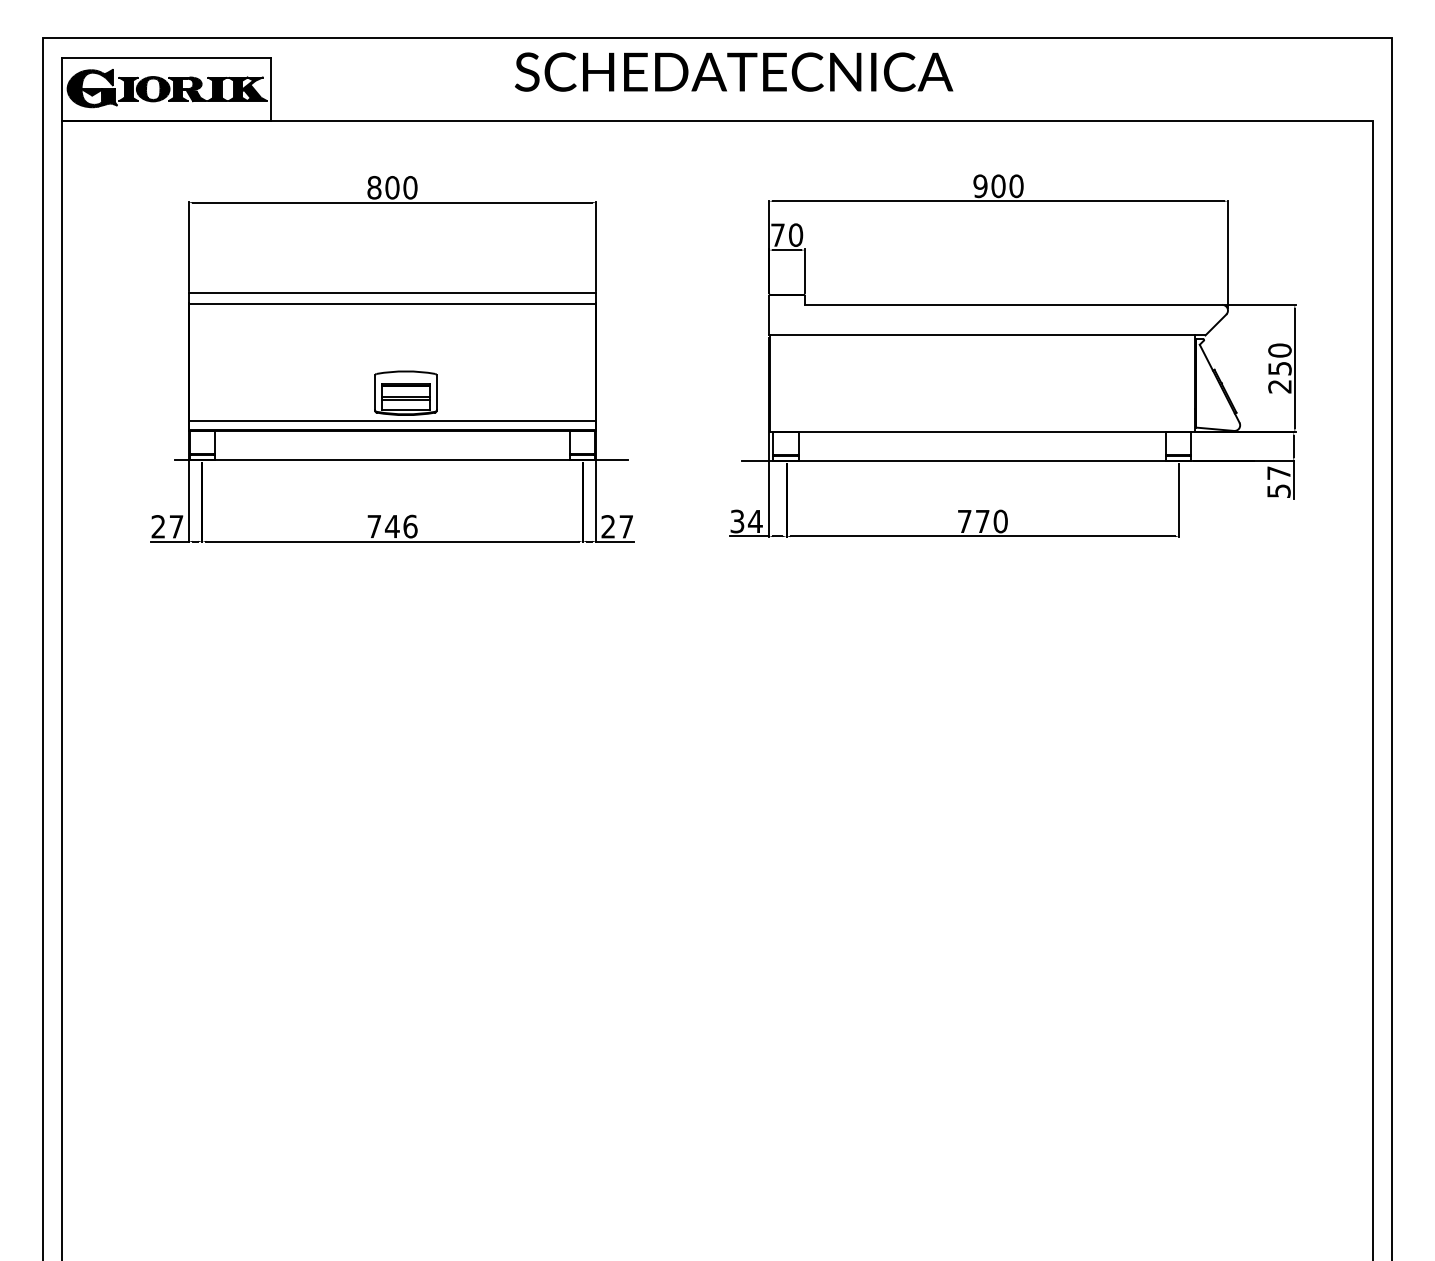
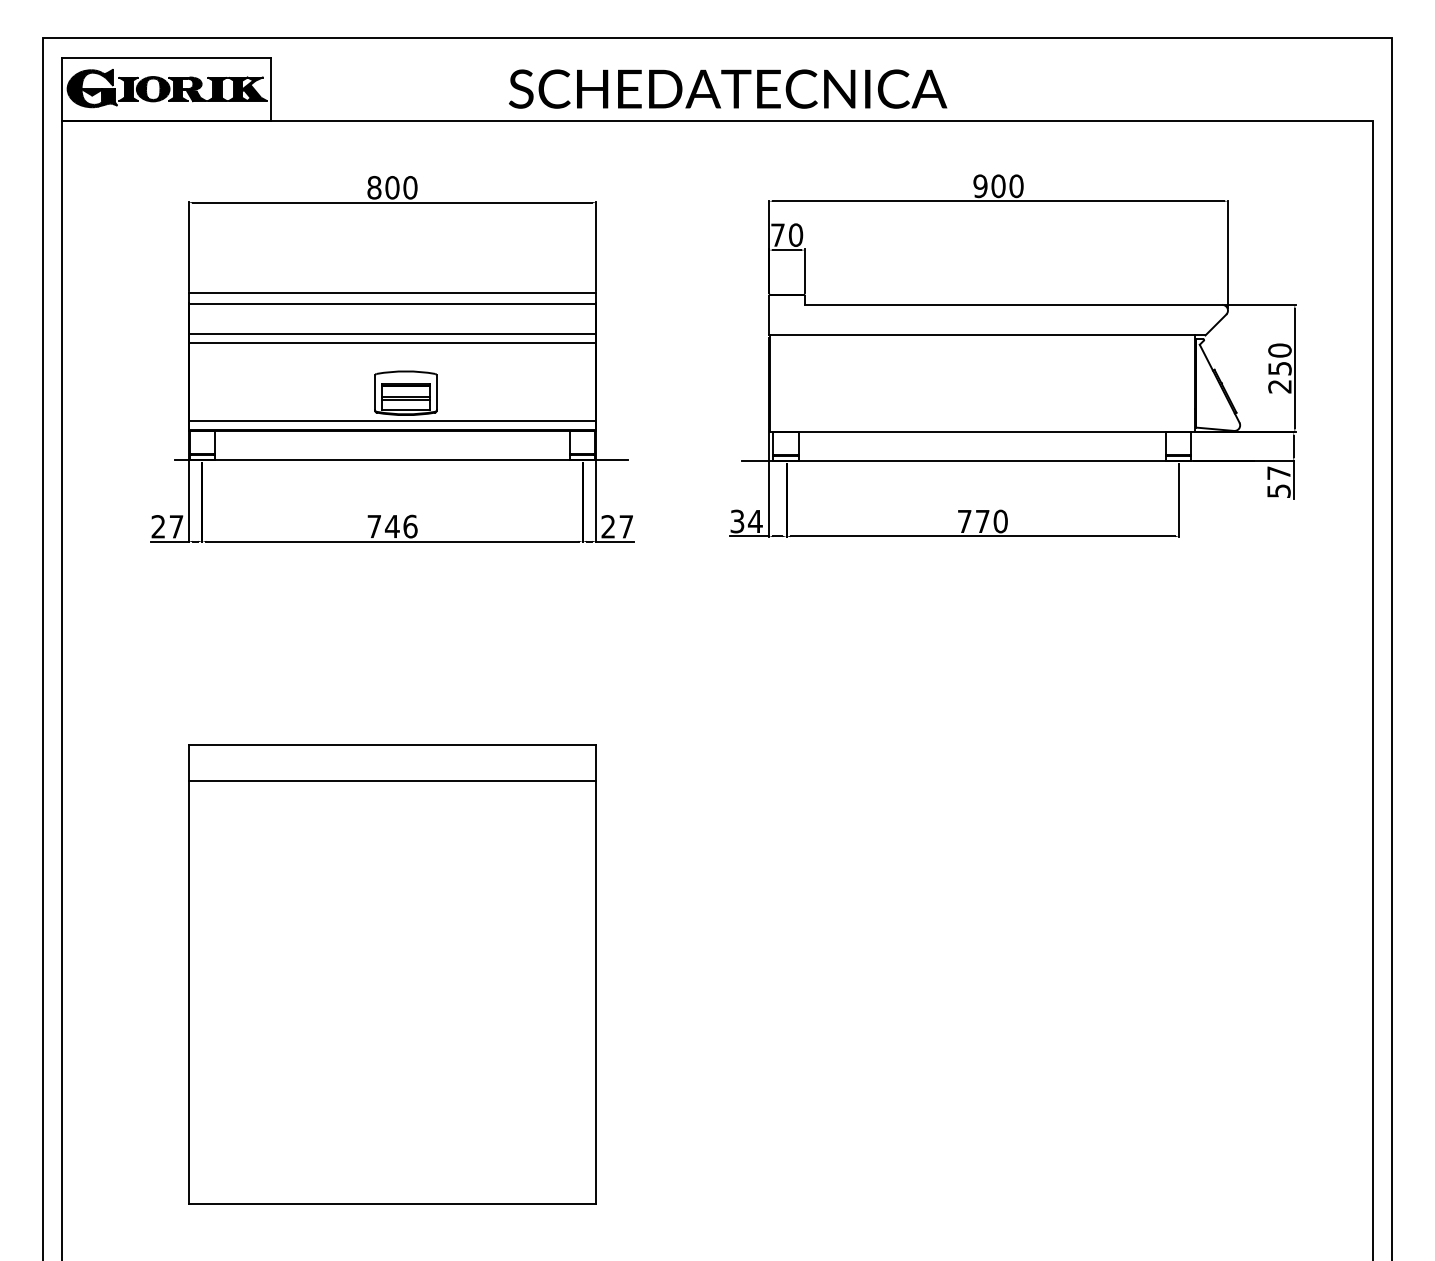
text at (734, 71) position: (734, 71) -> (728, 88)
line at (392, 334): none -> present
line at (392, 343): none -> present
part at (392, 974): none -> present
